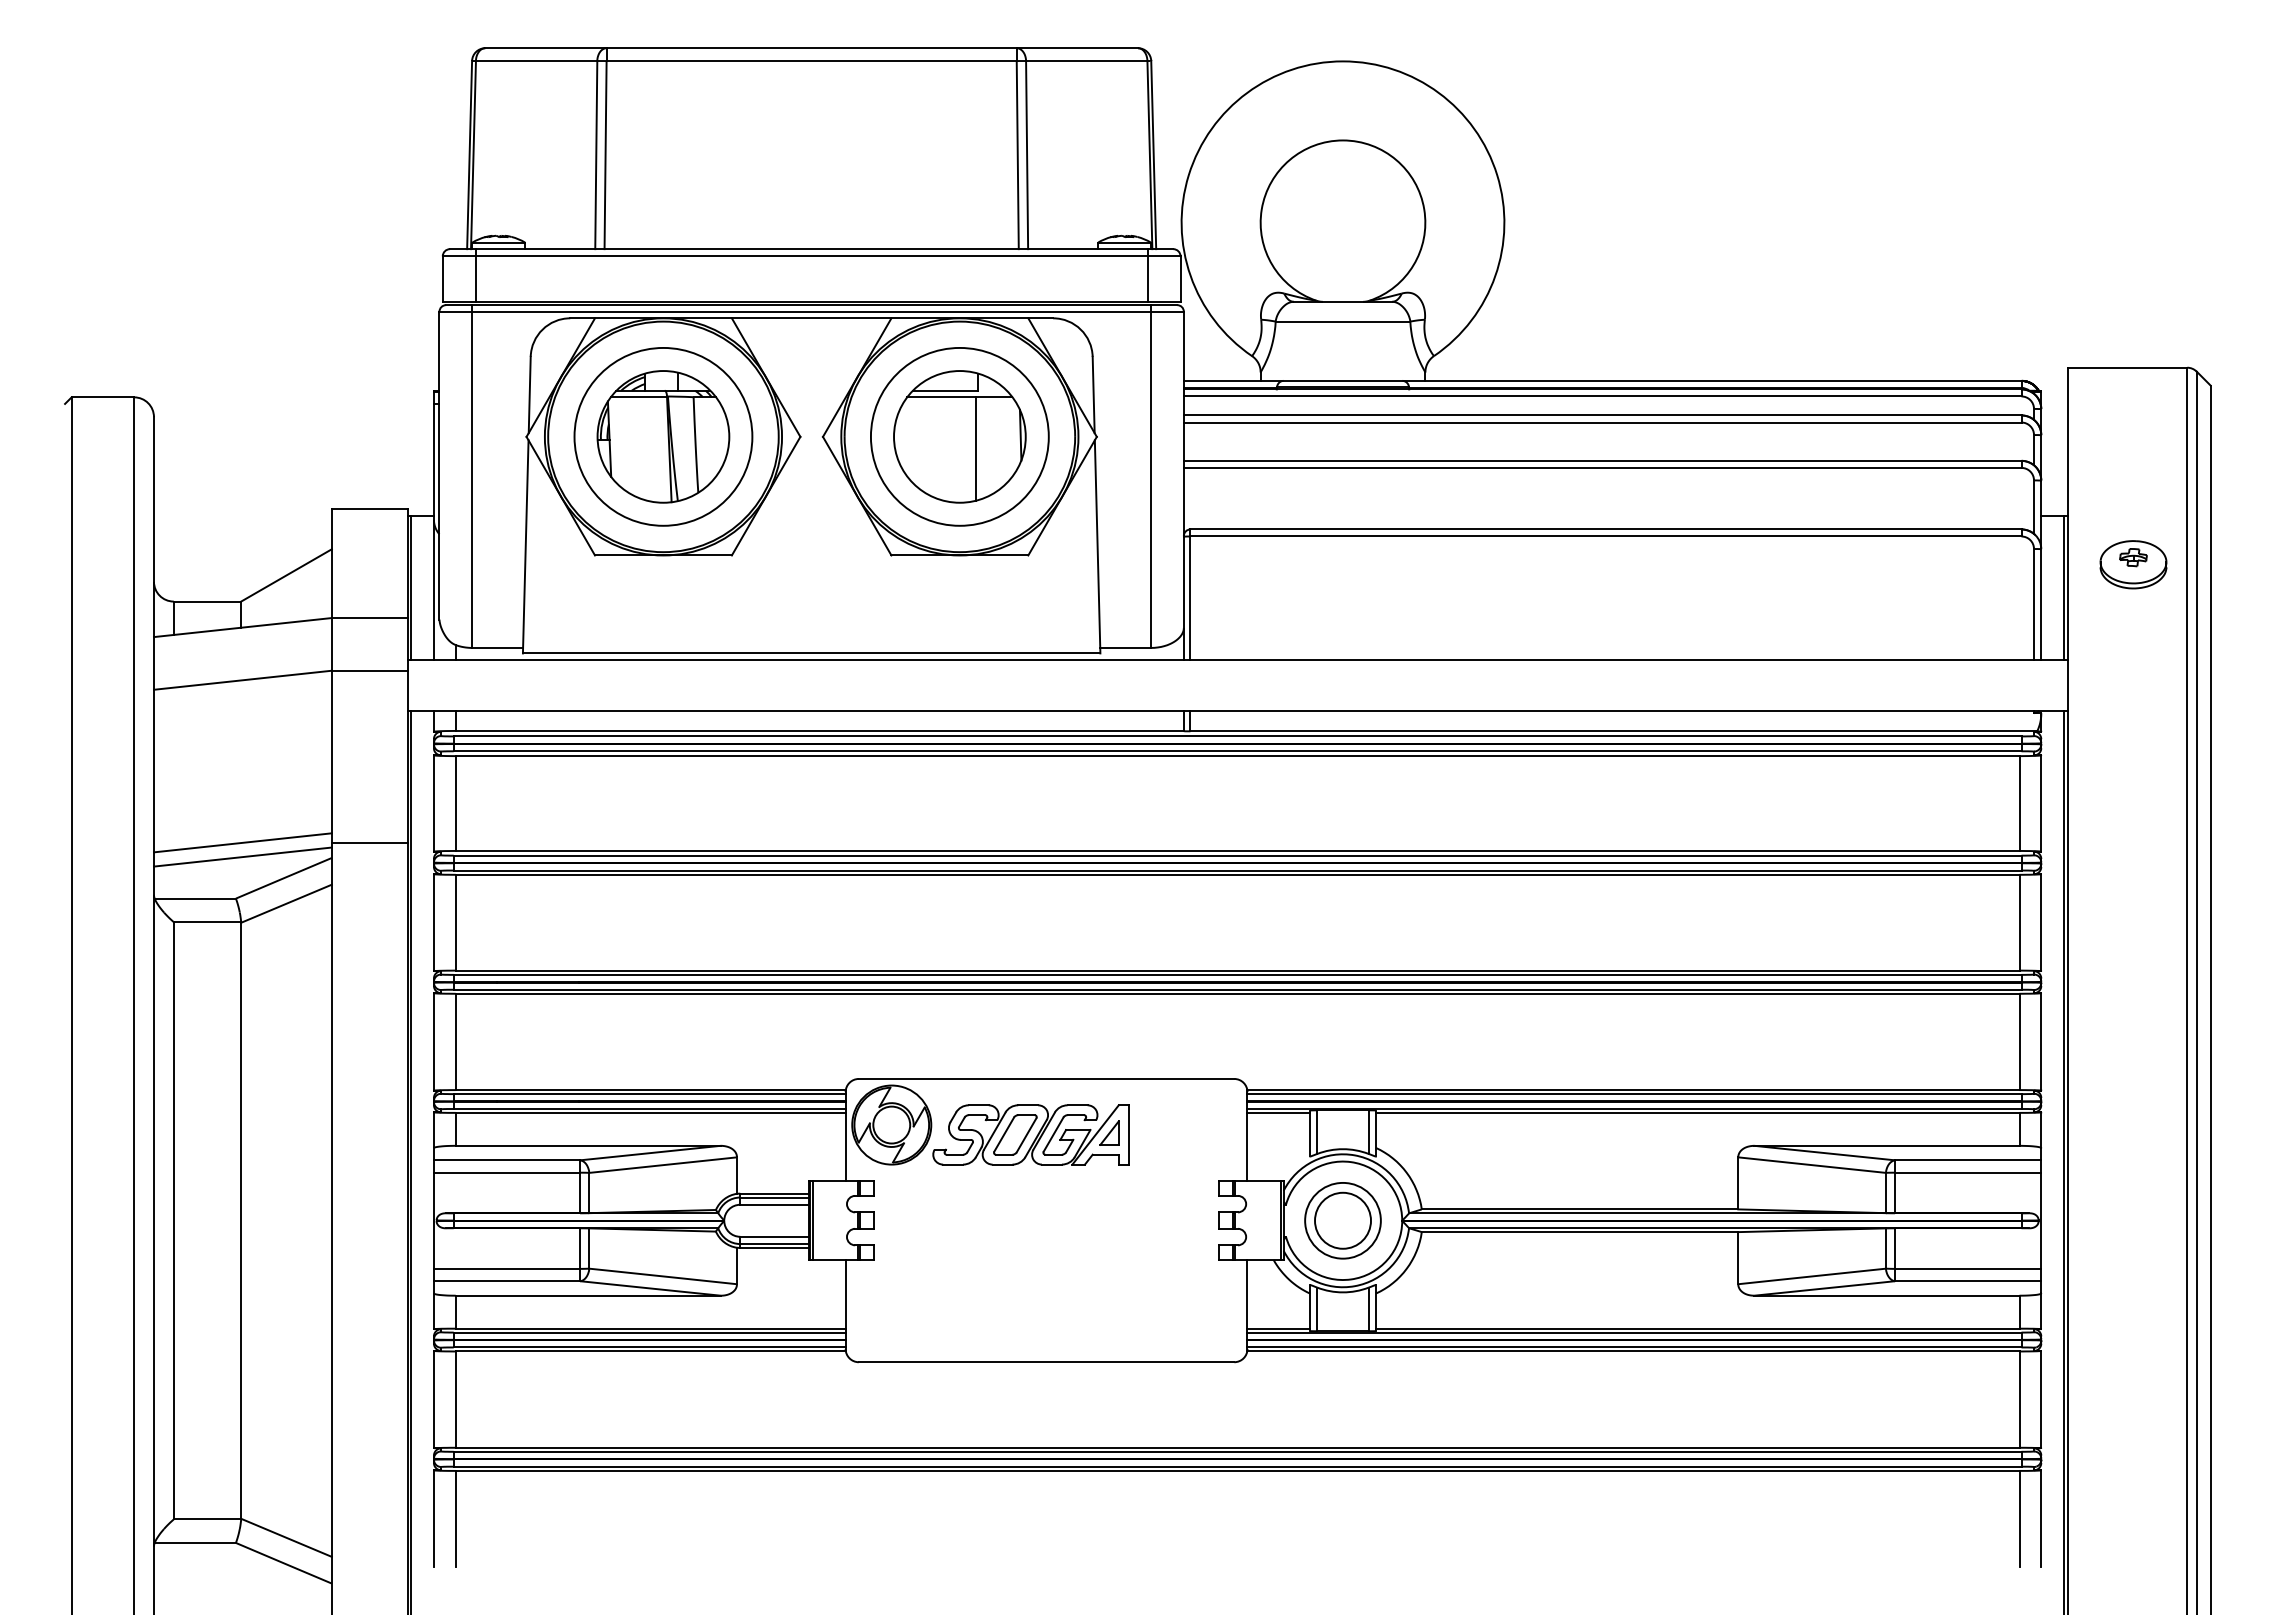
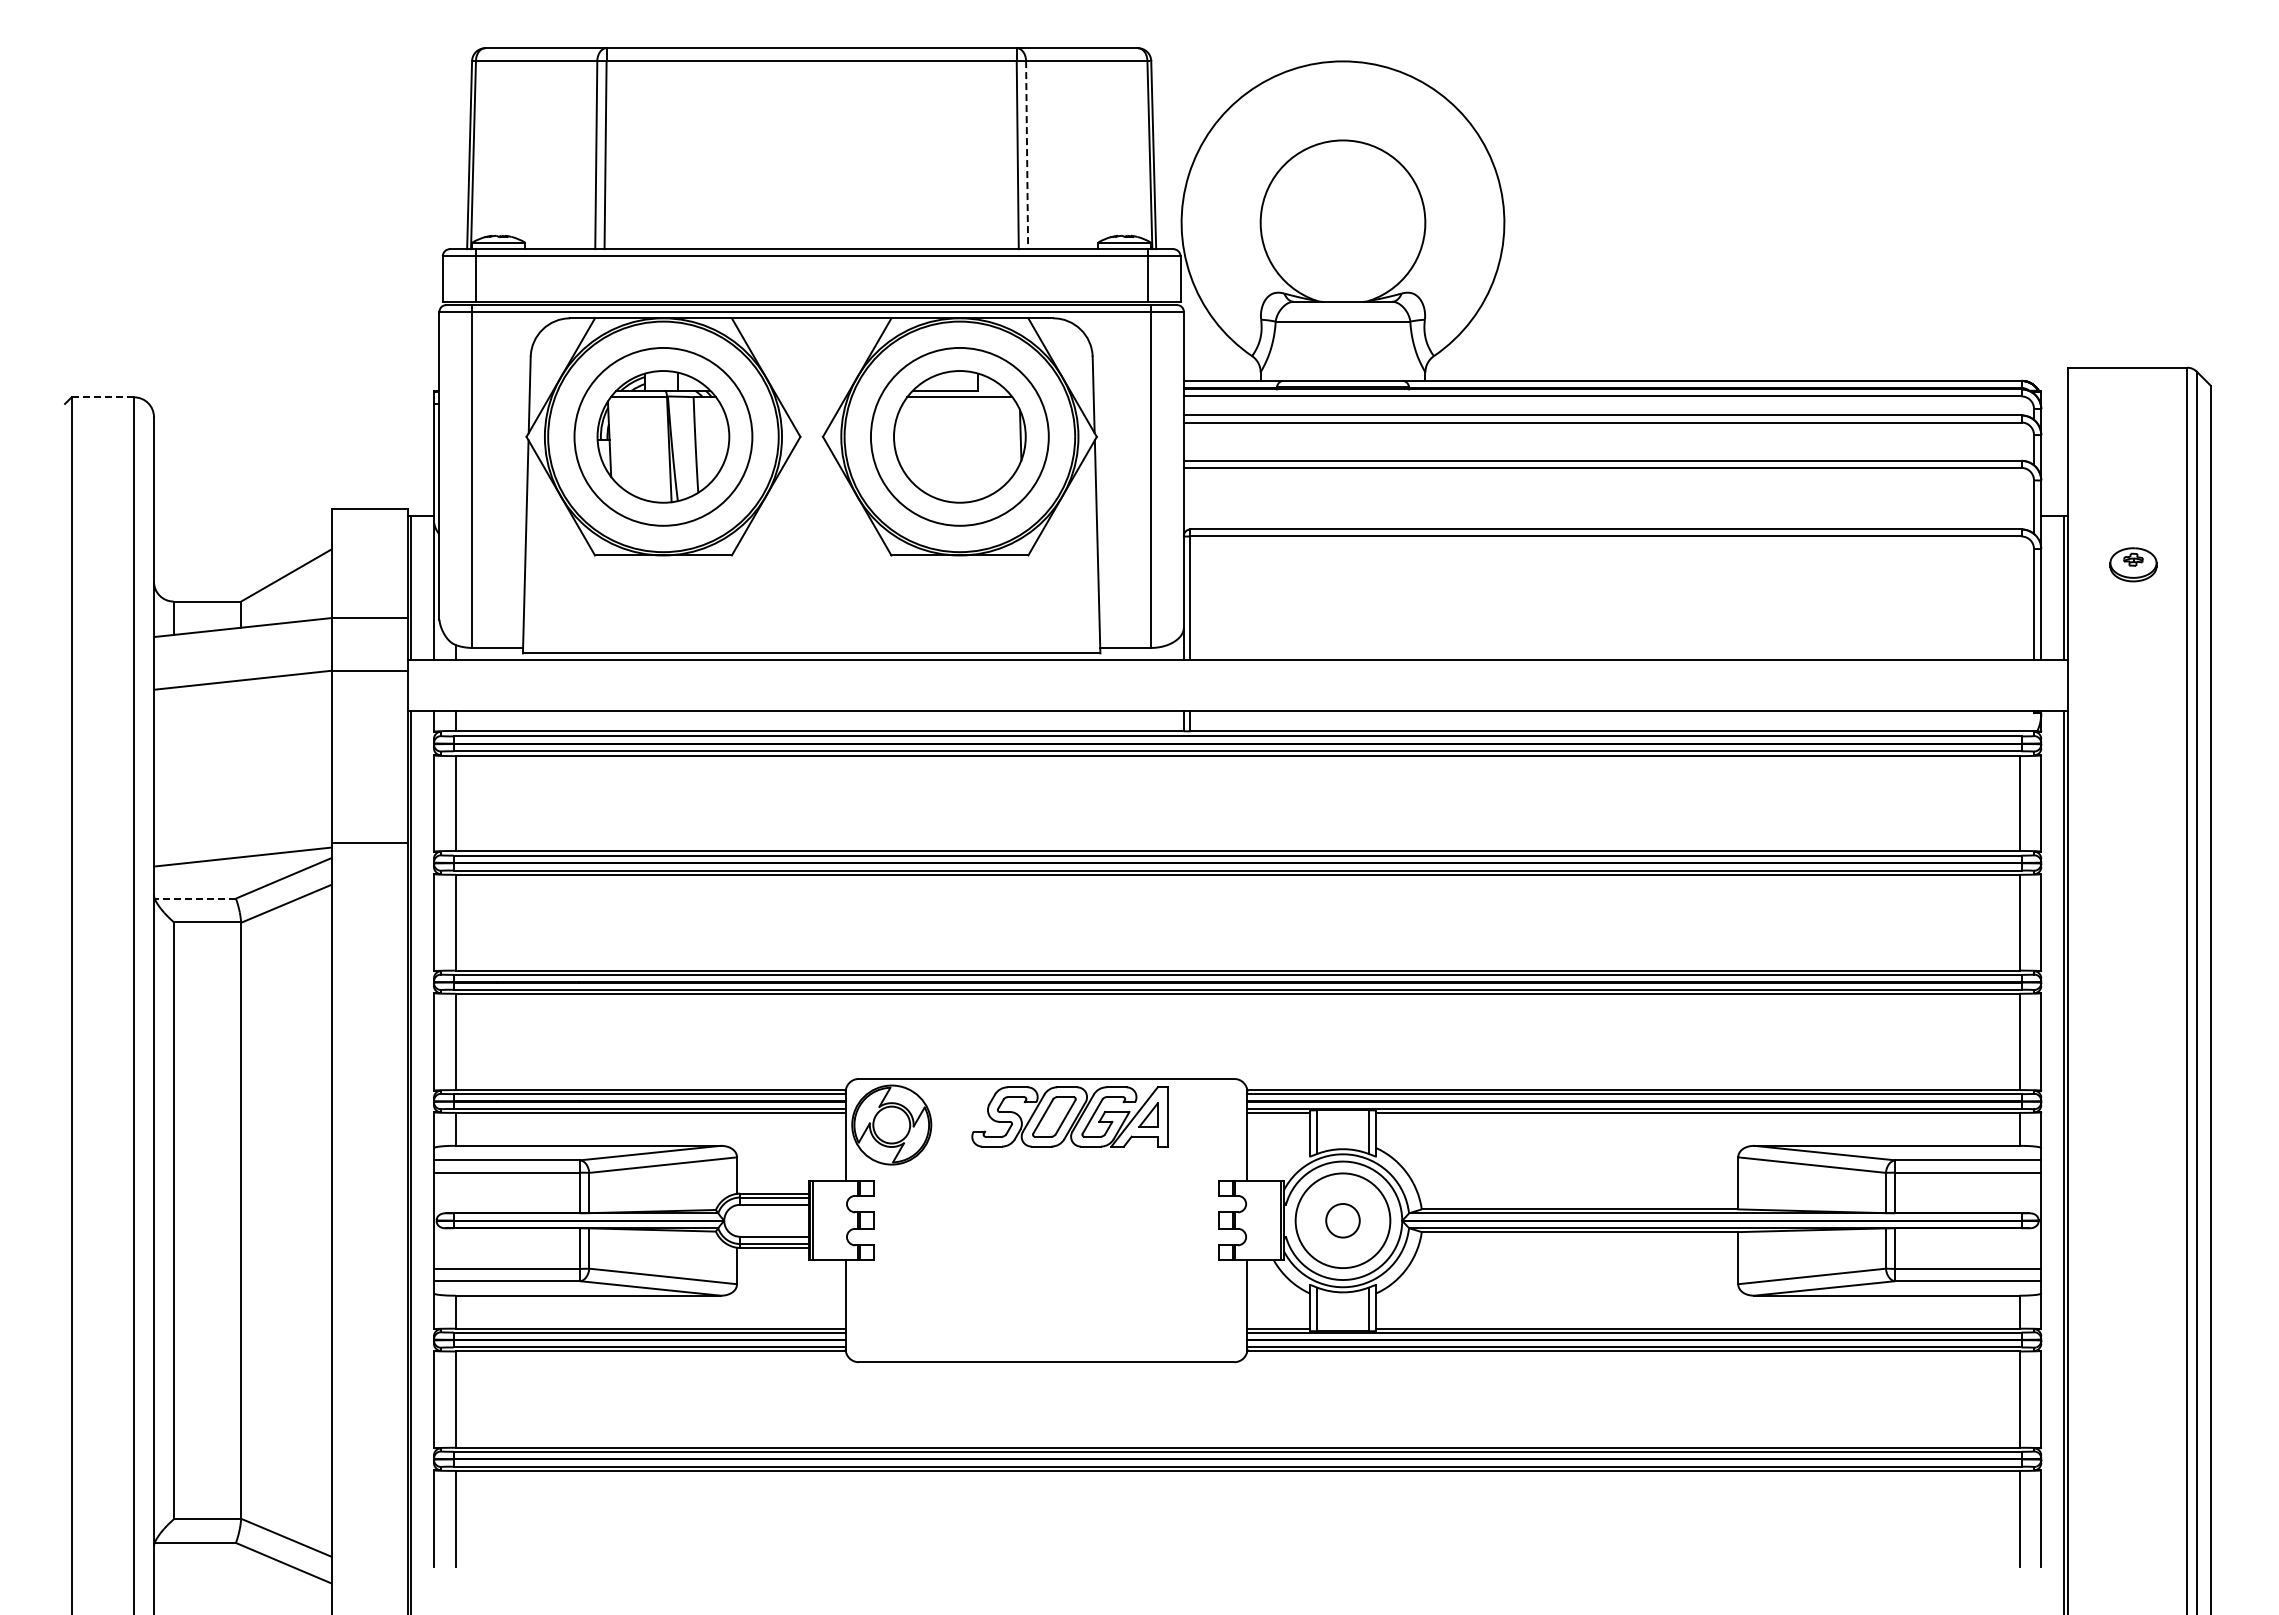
line at (1027, 155): solid -> dashed
line at (102, 397): solid -> dashed
line at (976, 448): present -> none
part at (2133, 564) size: 69x50 px -> 49x36 px
line at (242, 842): present -> none
line at (195, 898): solid -> dashed
part at (1030, 1134) position: (1030, 1134) -> (1069, 1116)
circle at (1342, 1220) diameter: 76 px -> 95 px
circle at (1343, 1220) diameter: 56 px -> 34 px
